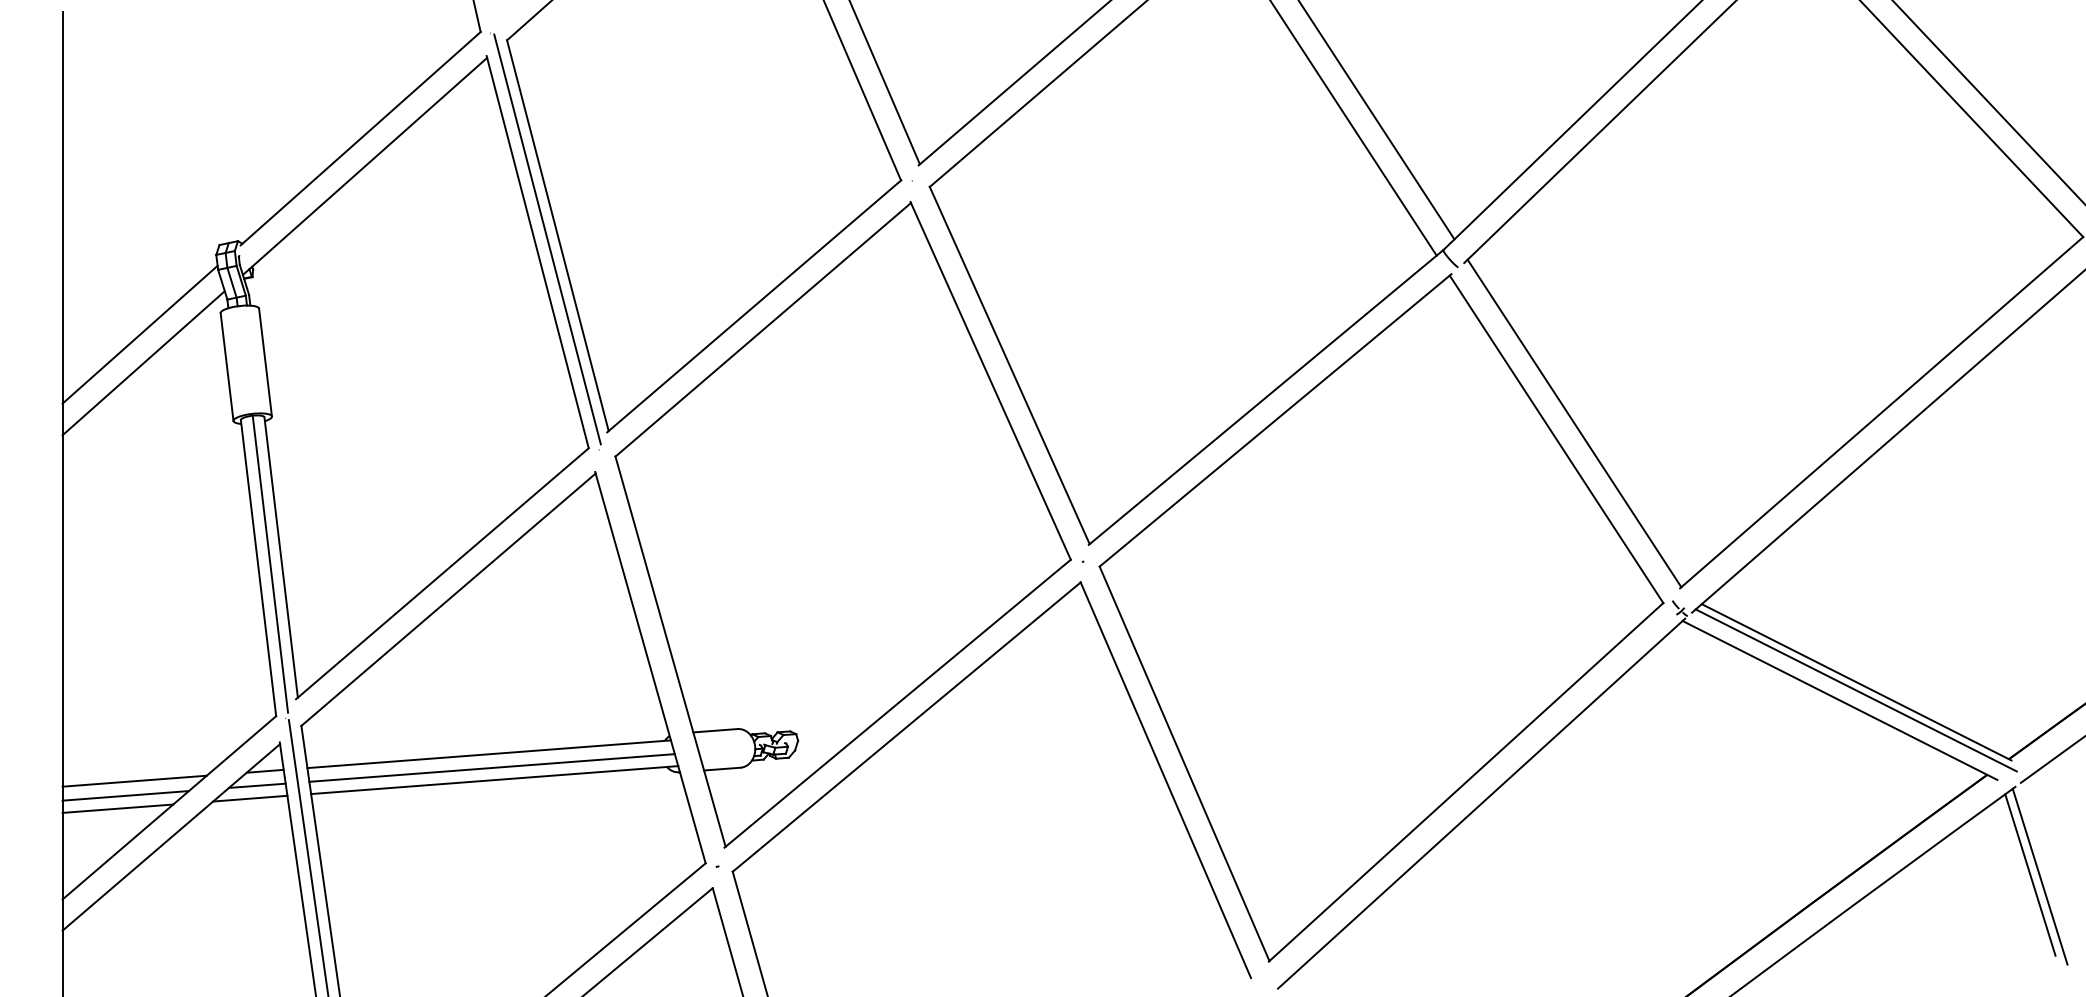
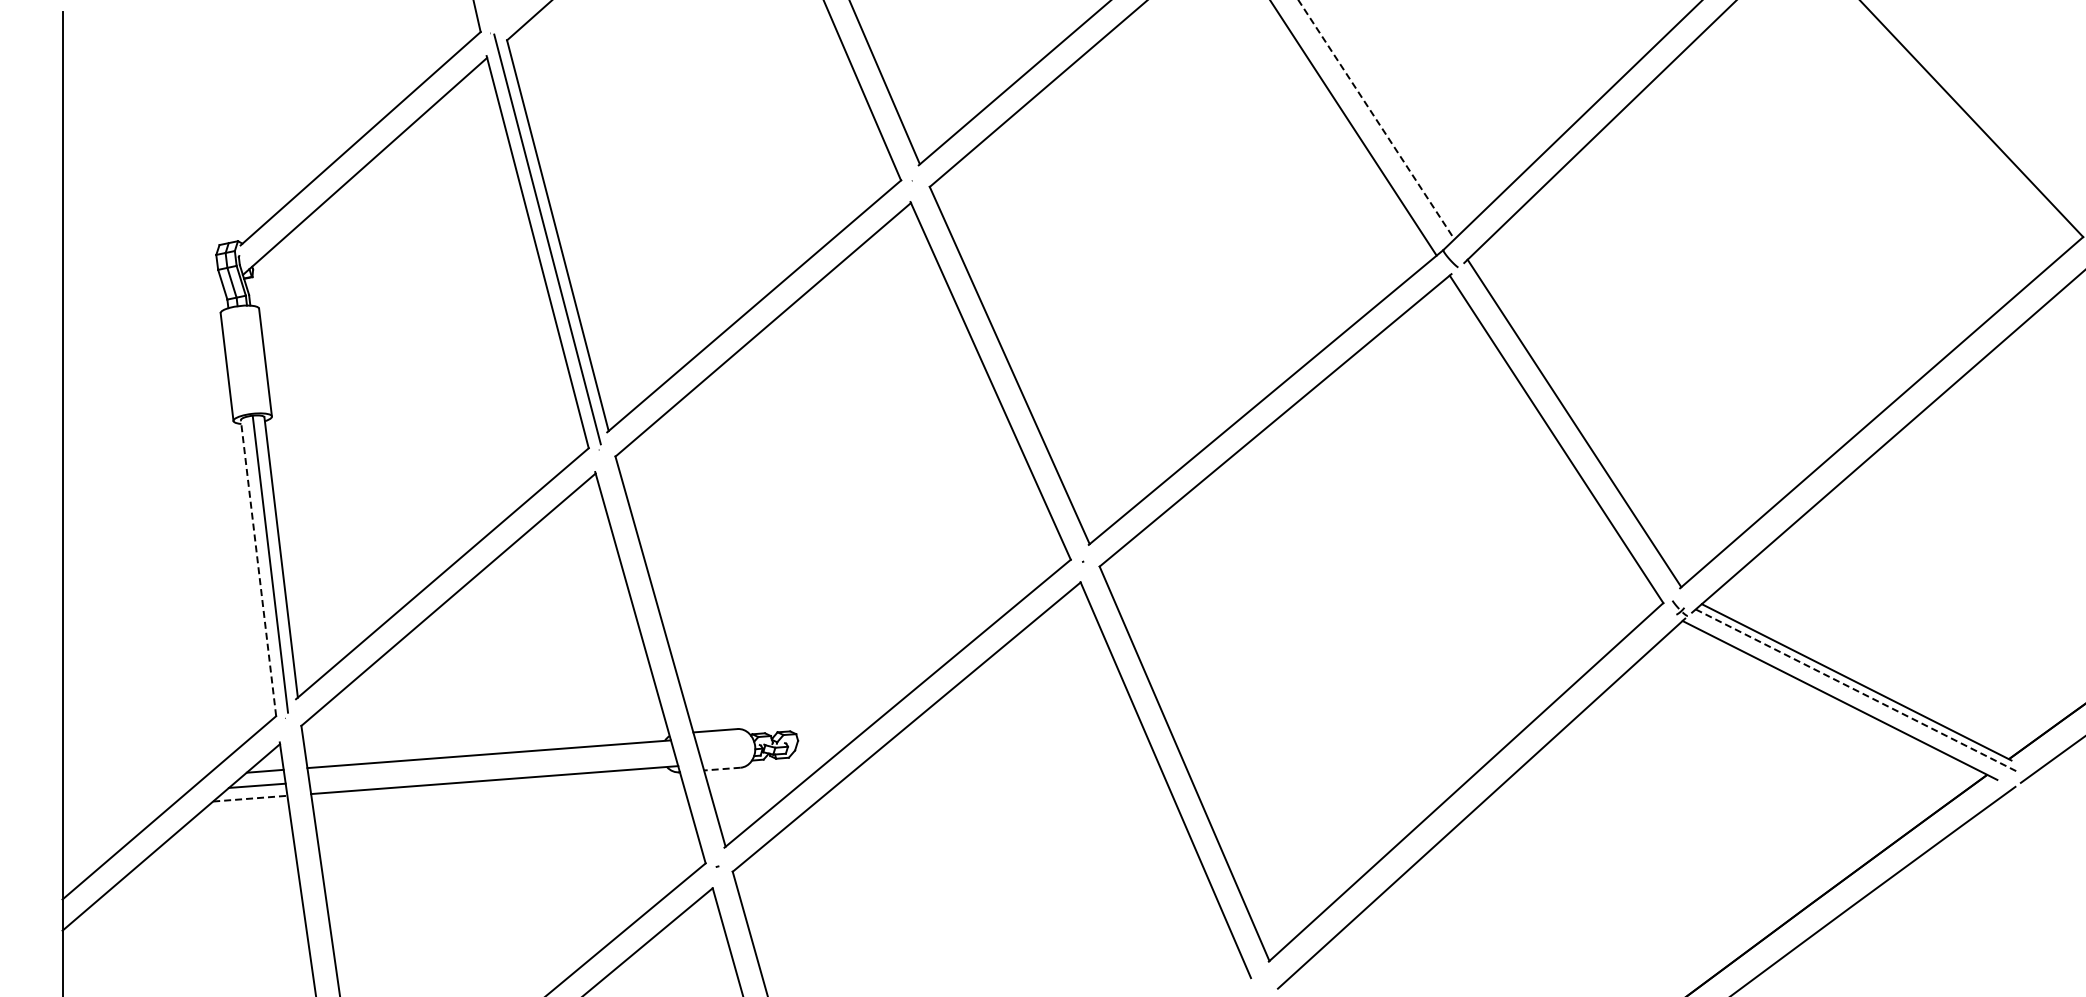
line at (1988, 101): present -> none
line at (1376, 119): solid -> dashed
line at (139, 334): present -> none
line at (143, 363): present -> none
line at (258, 567): solid -> dashed
line at (1856, 690): solid -> dashed
line at (491, 767): present -> none
line at (721, 769): solid -> dashed
line at (134, 780): present -> none
line at (125, 795): present -> none
line at (250, 798): solid -> dashed
line at (117, 808): present -> none
line at (308, 856): present -> none
line at (2030, 874): present -> none
line at (2039, 876): present -> none
